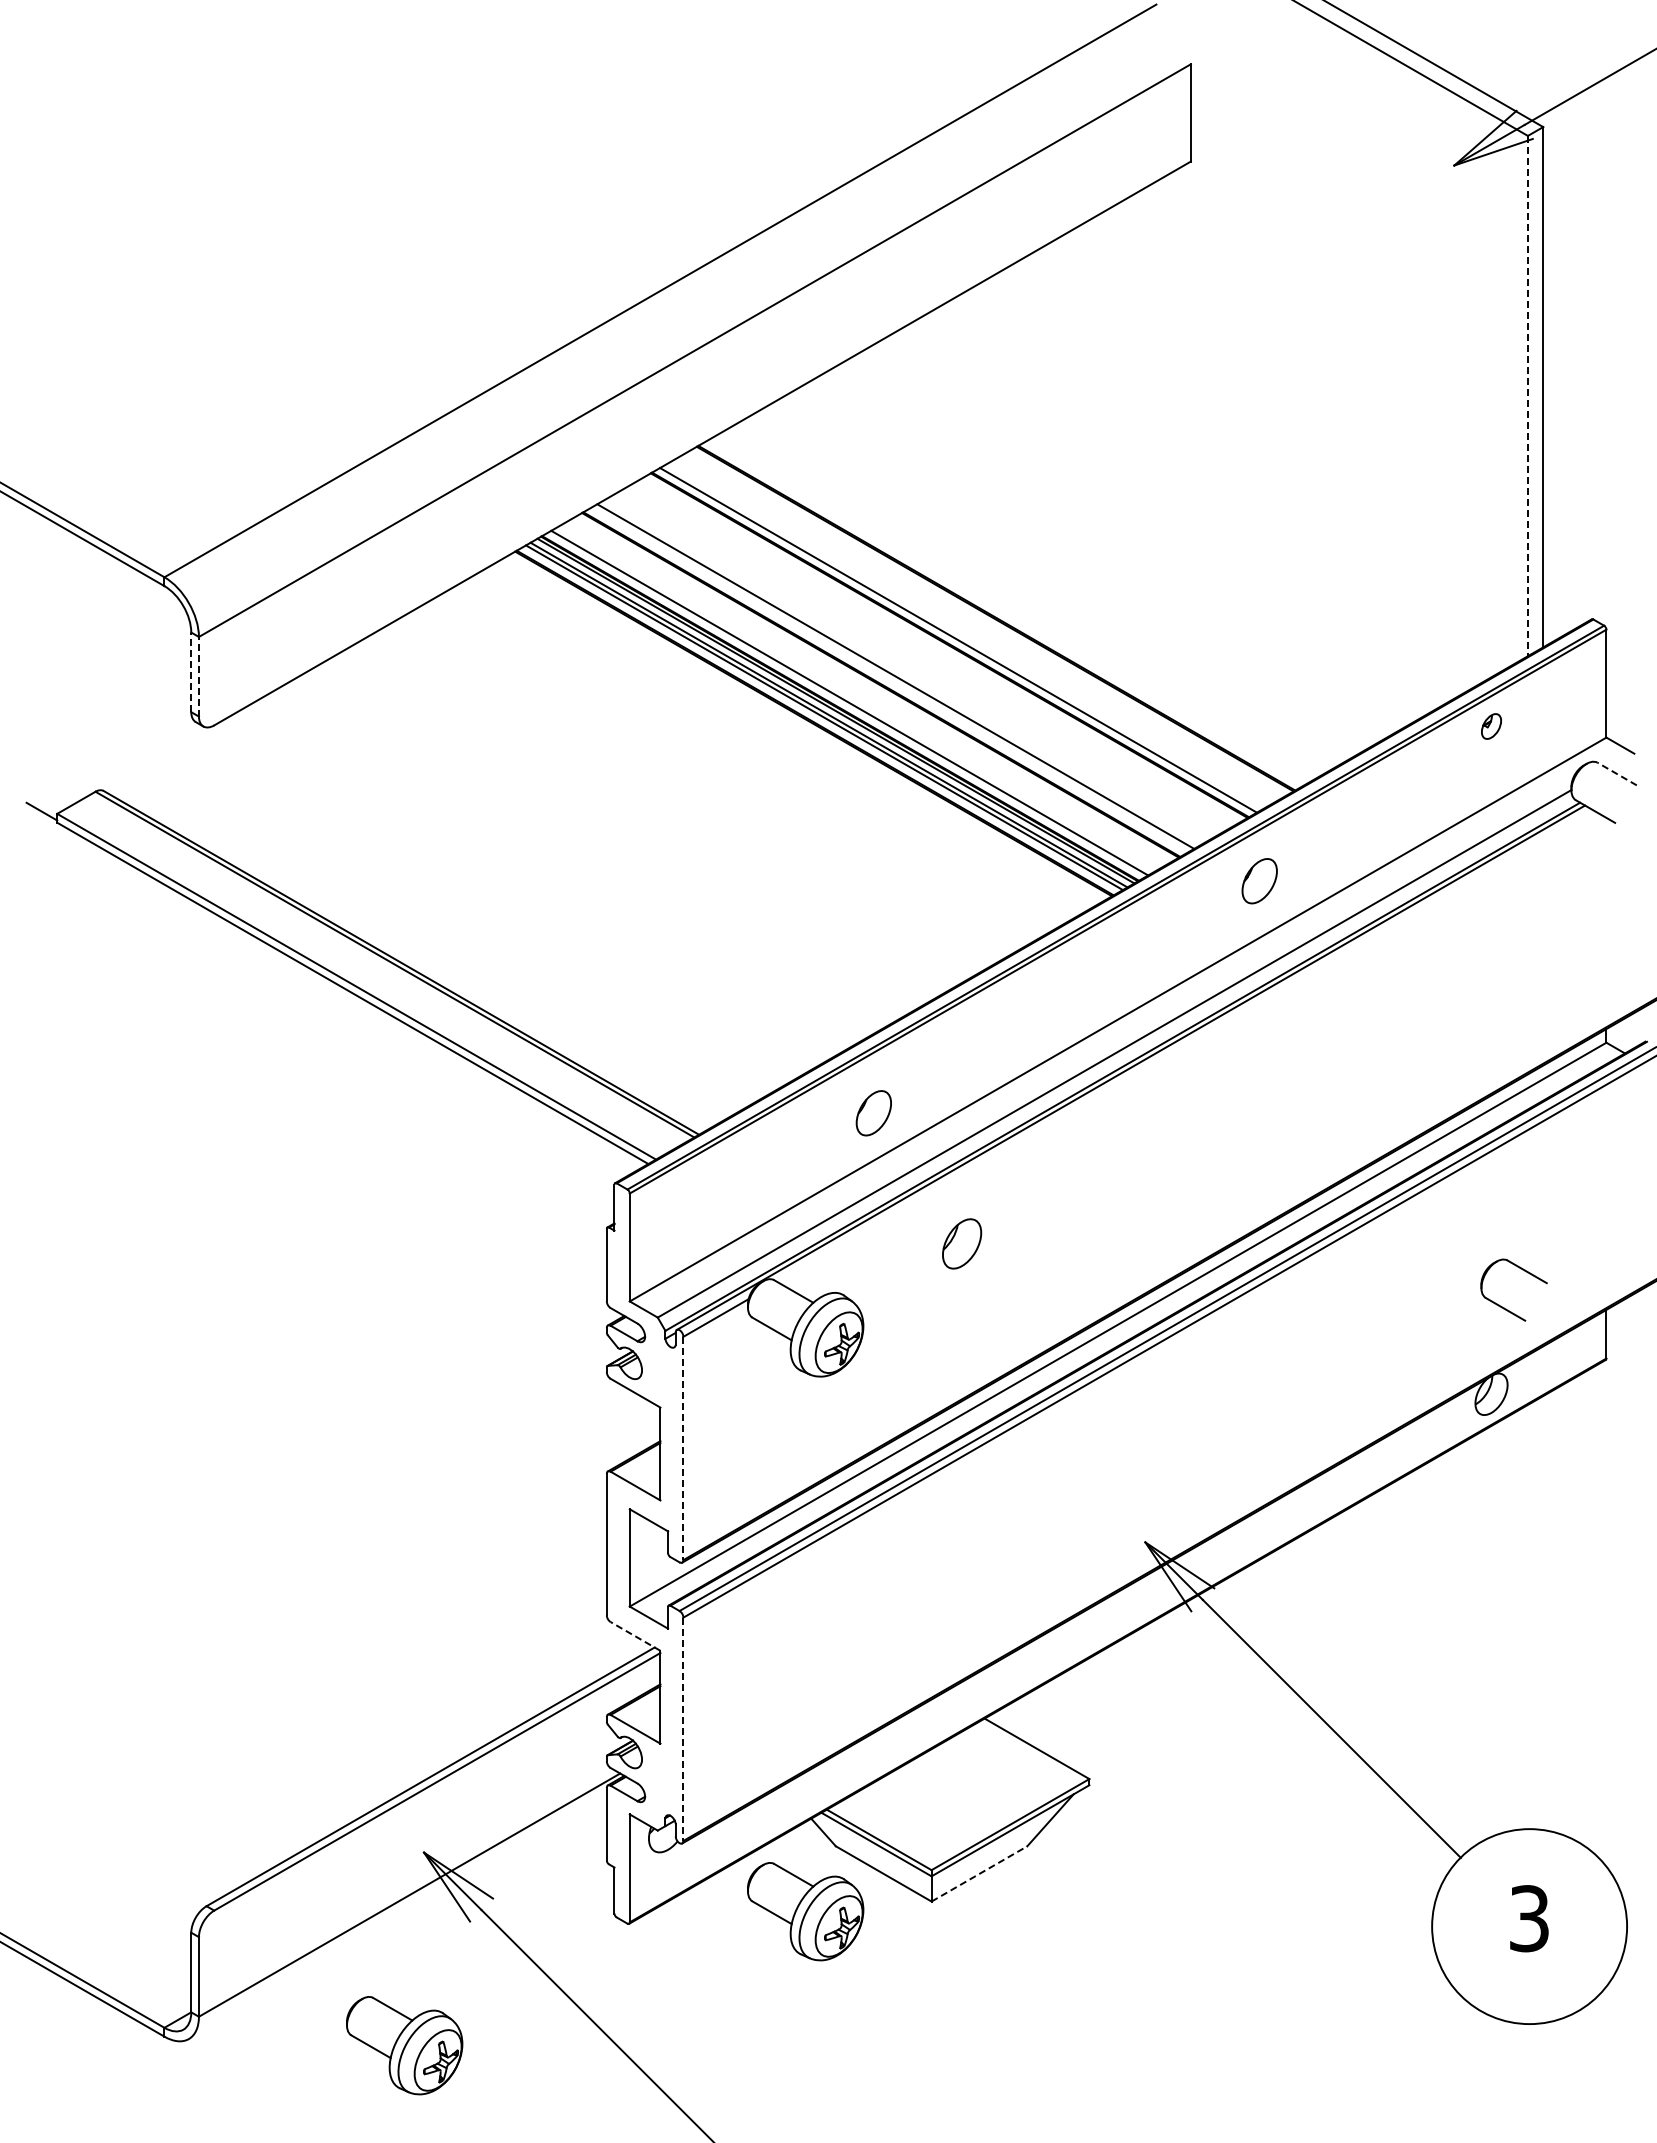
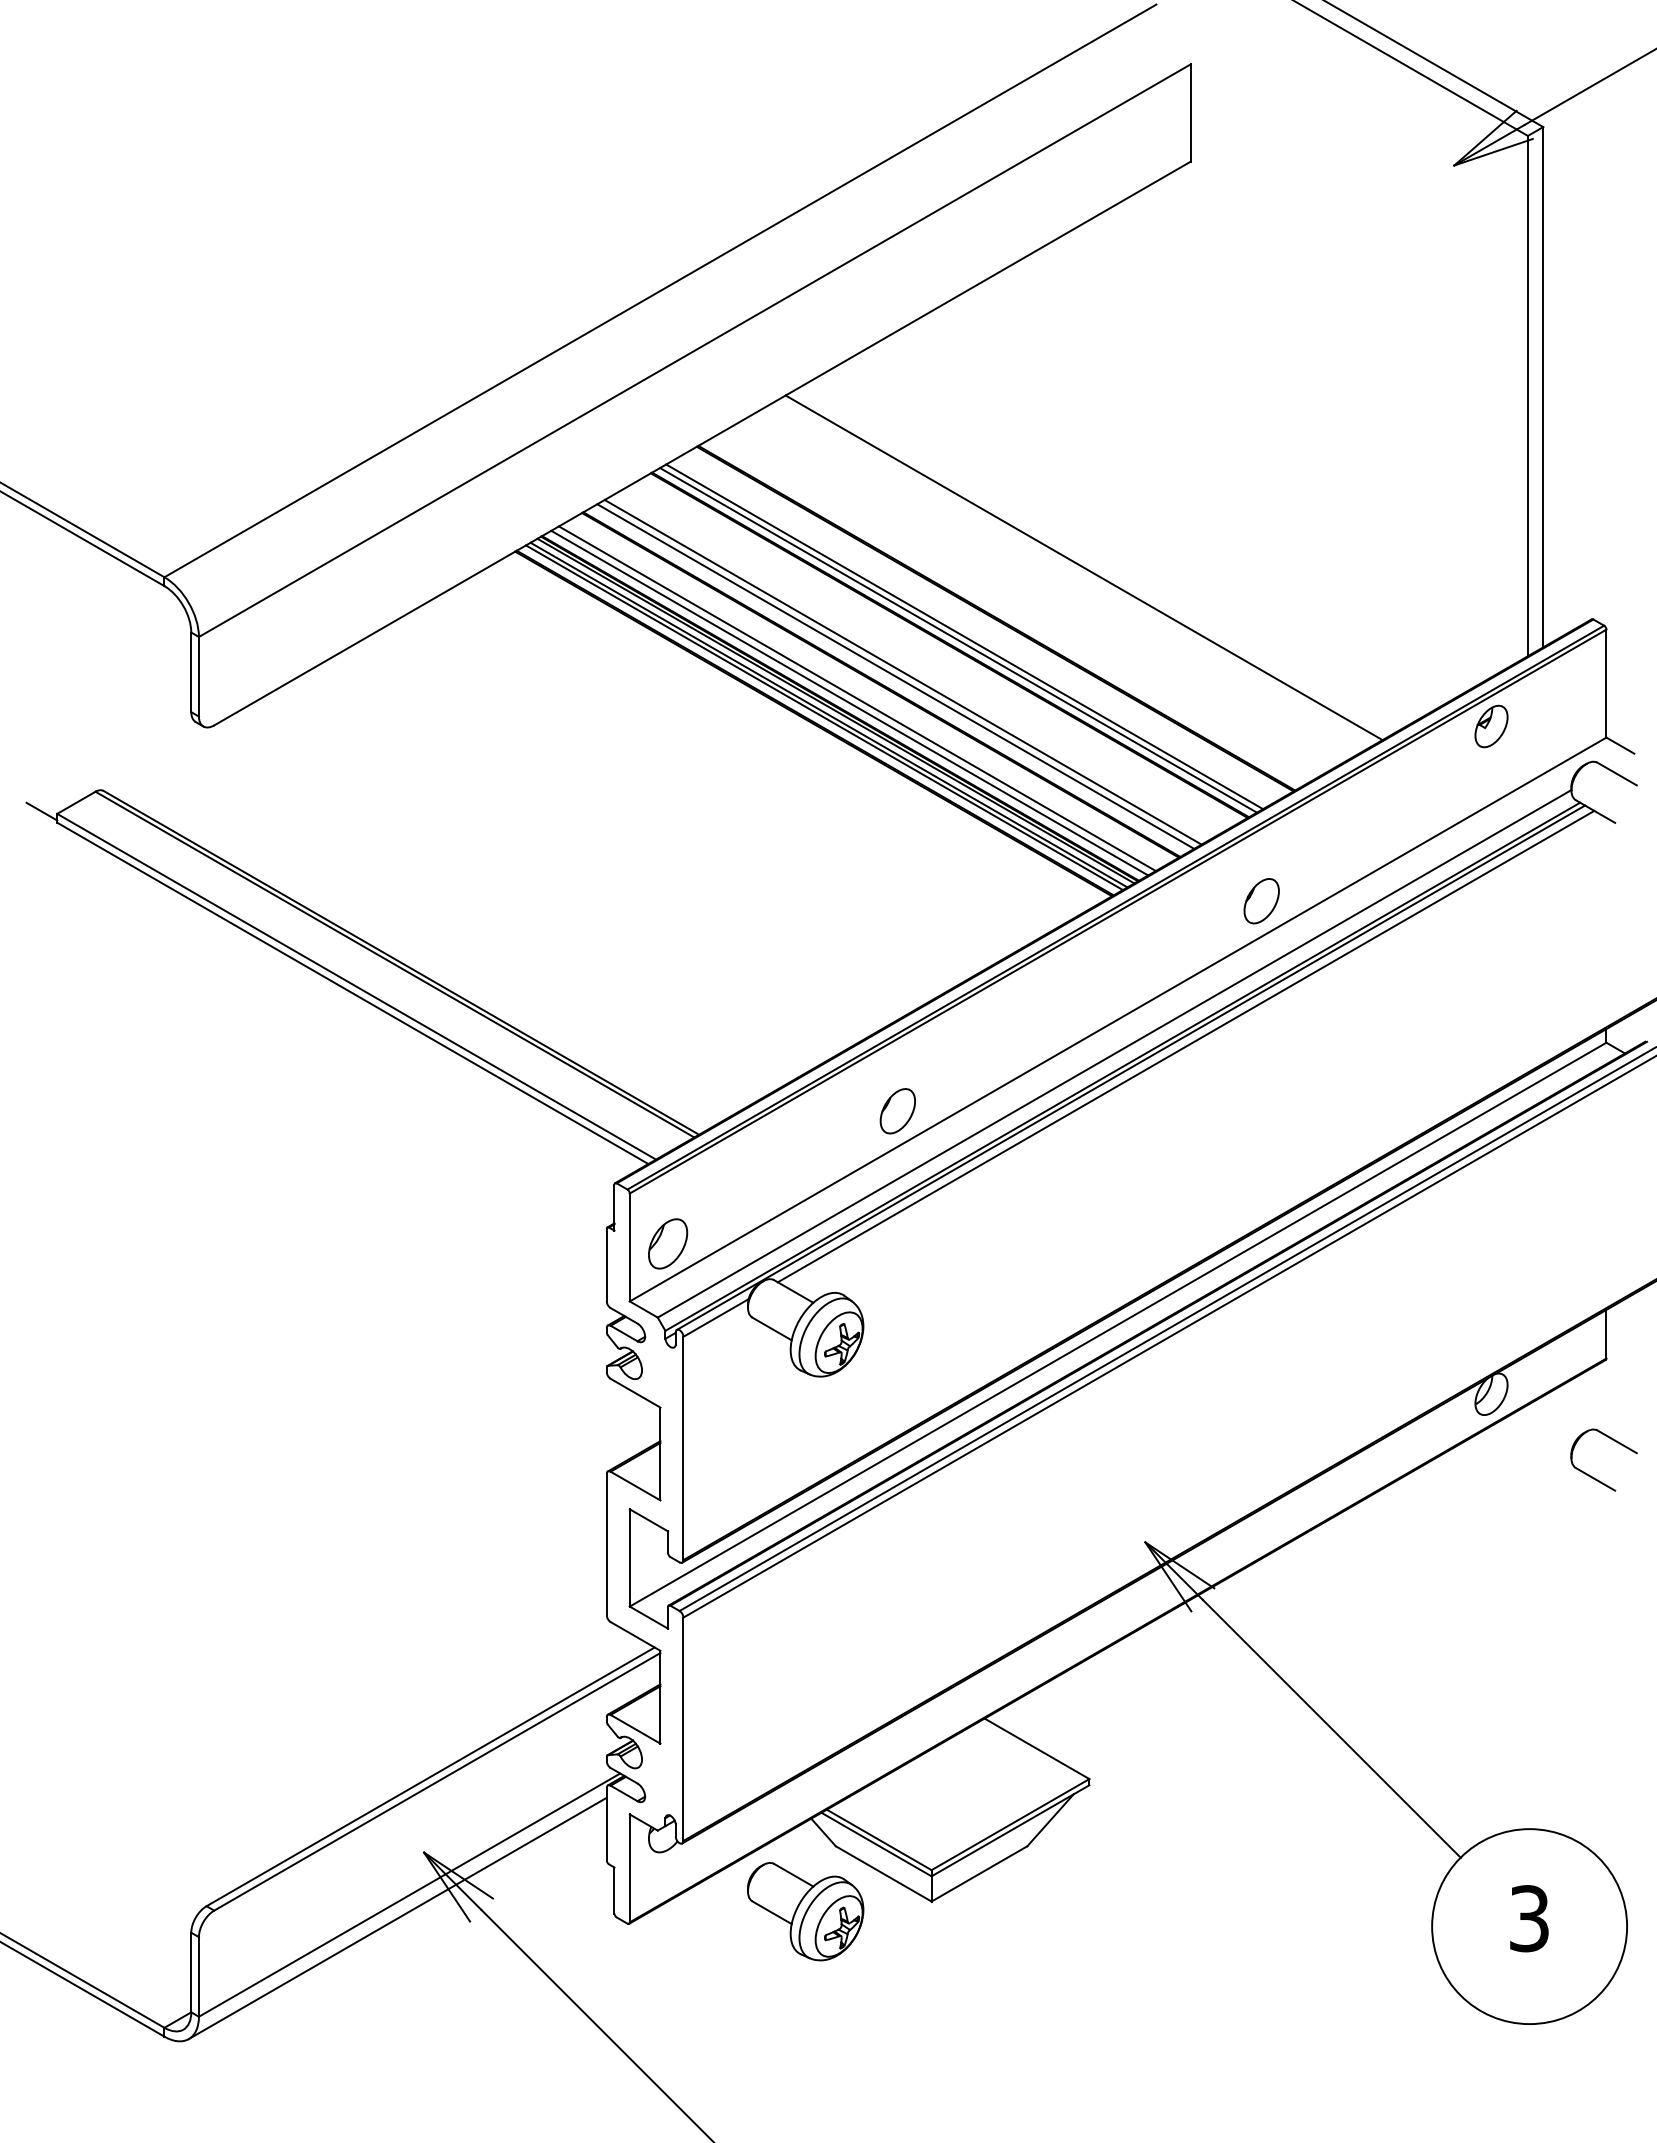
line at (1527, 396): dashed -> solid
line at (1083, 567): none -> present
line at (964, 636): none -> present
line at (191, 672): dashed -> solid
line at (902, 672): none -> present
line at (198, 676): dashed -> solid
line at (856, 698): none -> present
part at (1491, 726) size: 21x27 px -> 35x45 px
line at (1617, 774): dashed -> solid
part at (1259, 881) position: (1259, 881) -> (1261, 901)
line at (1185, 1046): none -> present
part at (873, 1113) position: (873, 1113) -> (897, 1111)
part at (962, 1243) position: (962, 1243) -> (668, 1243)
part at (1504, 1307) position: (1504, 1307) -> (1594, 1477)
line at (683, 1448): dashed -> solid
line at (635, 1636): dashed -> solid
line at (683, 1729): dashed -> solid
line at (979, 1873): dashed -> solid
line at (397, 1918): none -> present
part at (404, 2045): present -> none
